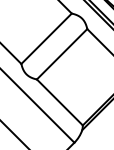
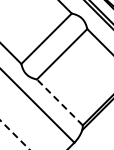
line at (59, 102): solid -> dashed
line at (15, 135): solid -> dashed
